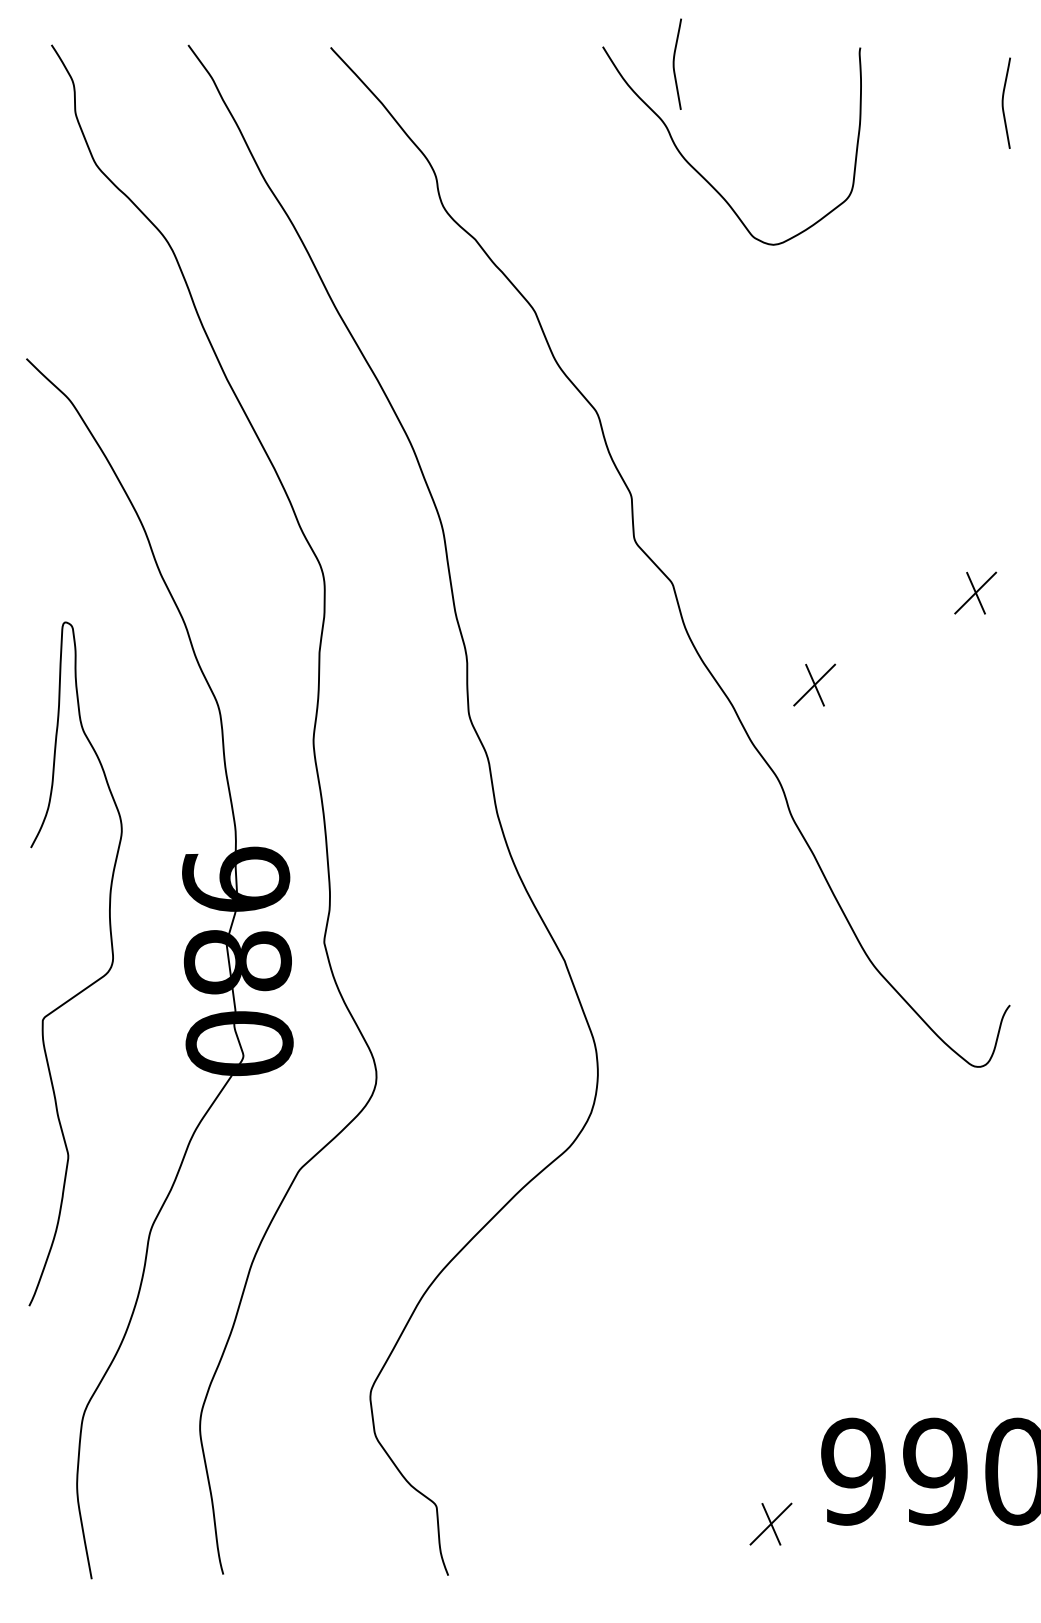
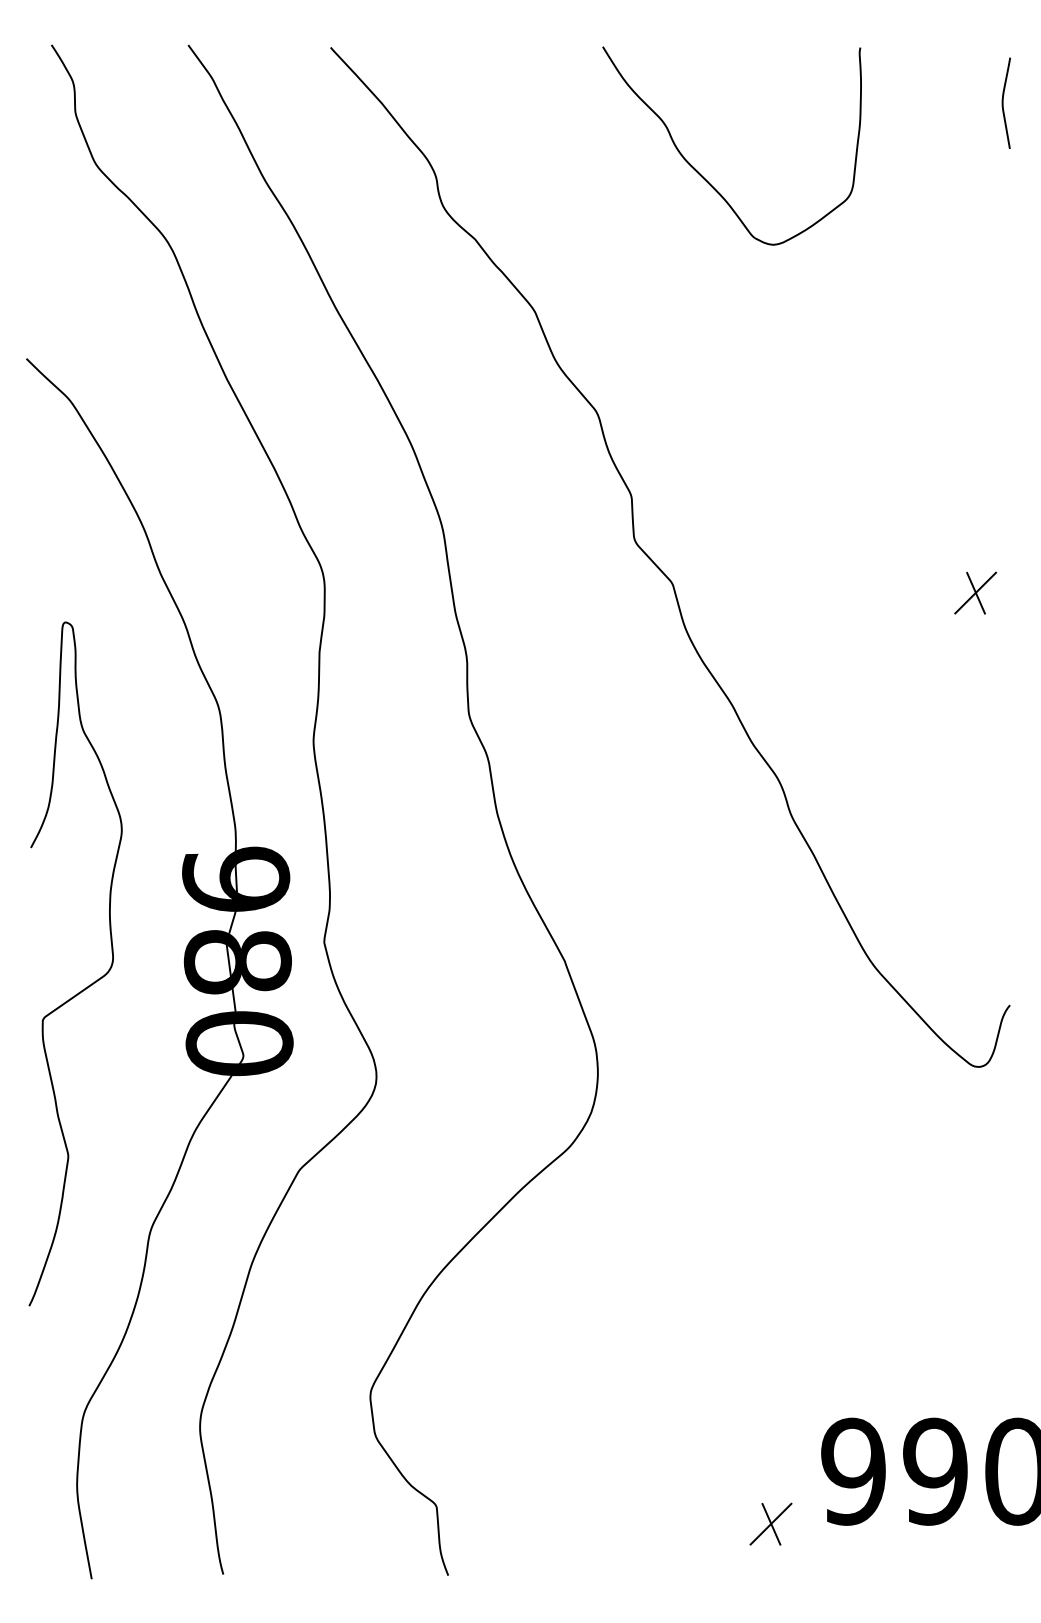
curve at (674, 63): present -> none
part at (814, 684): present -> none
